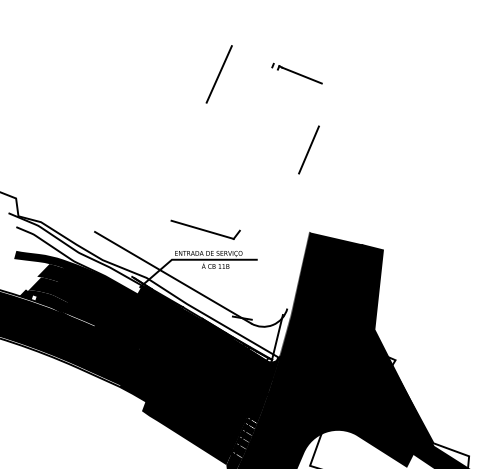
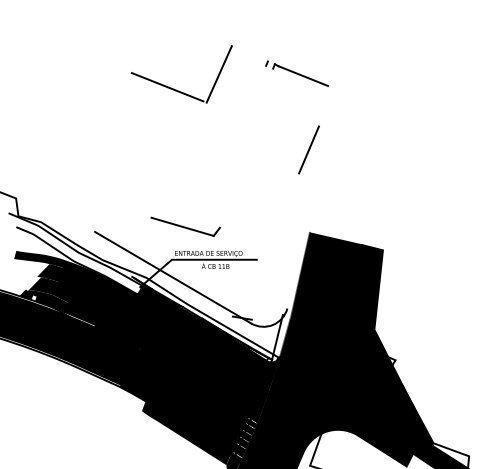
part at (296, 73) size: 52x23 px -> 64x27 px
line at (167, 87): none -> present
part at (205, 229) position: (205, 229) -> (185, 226)
